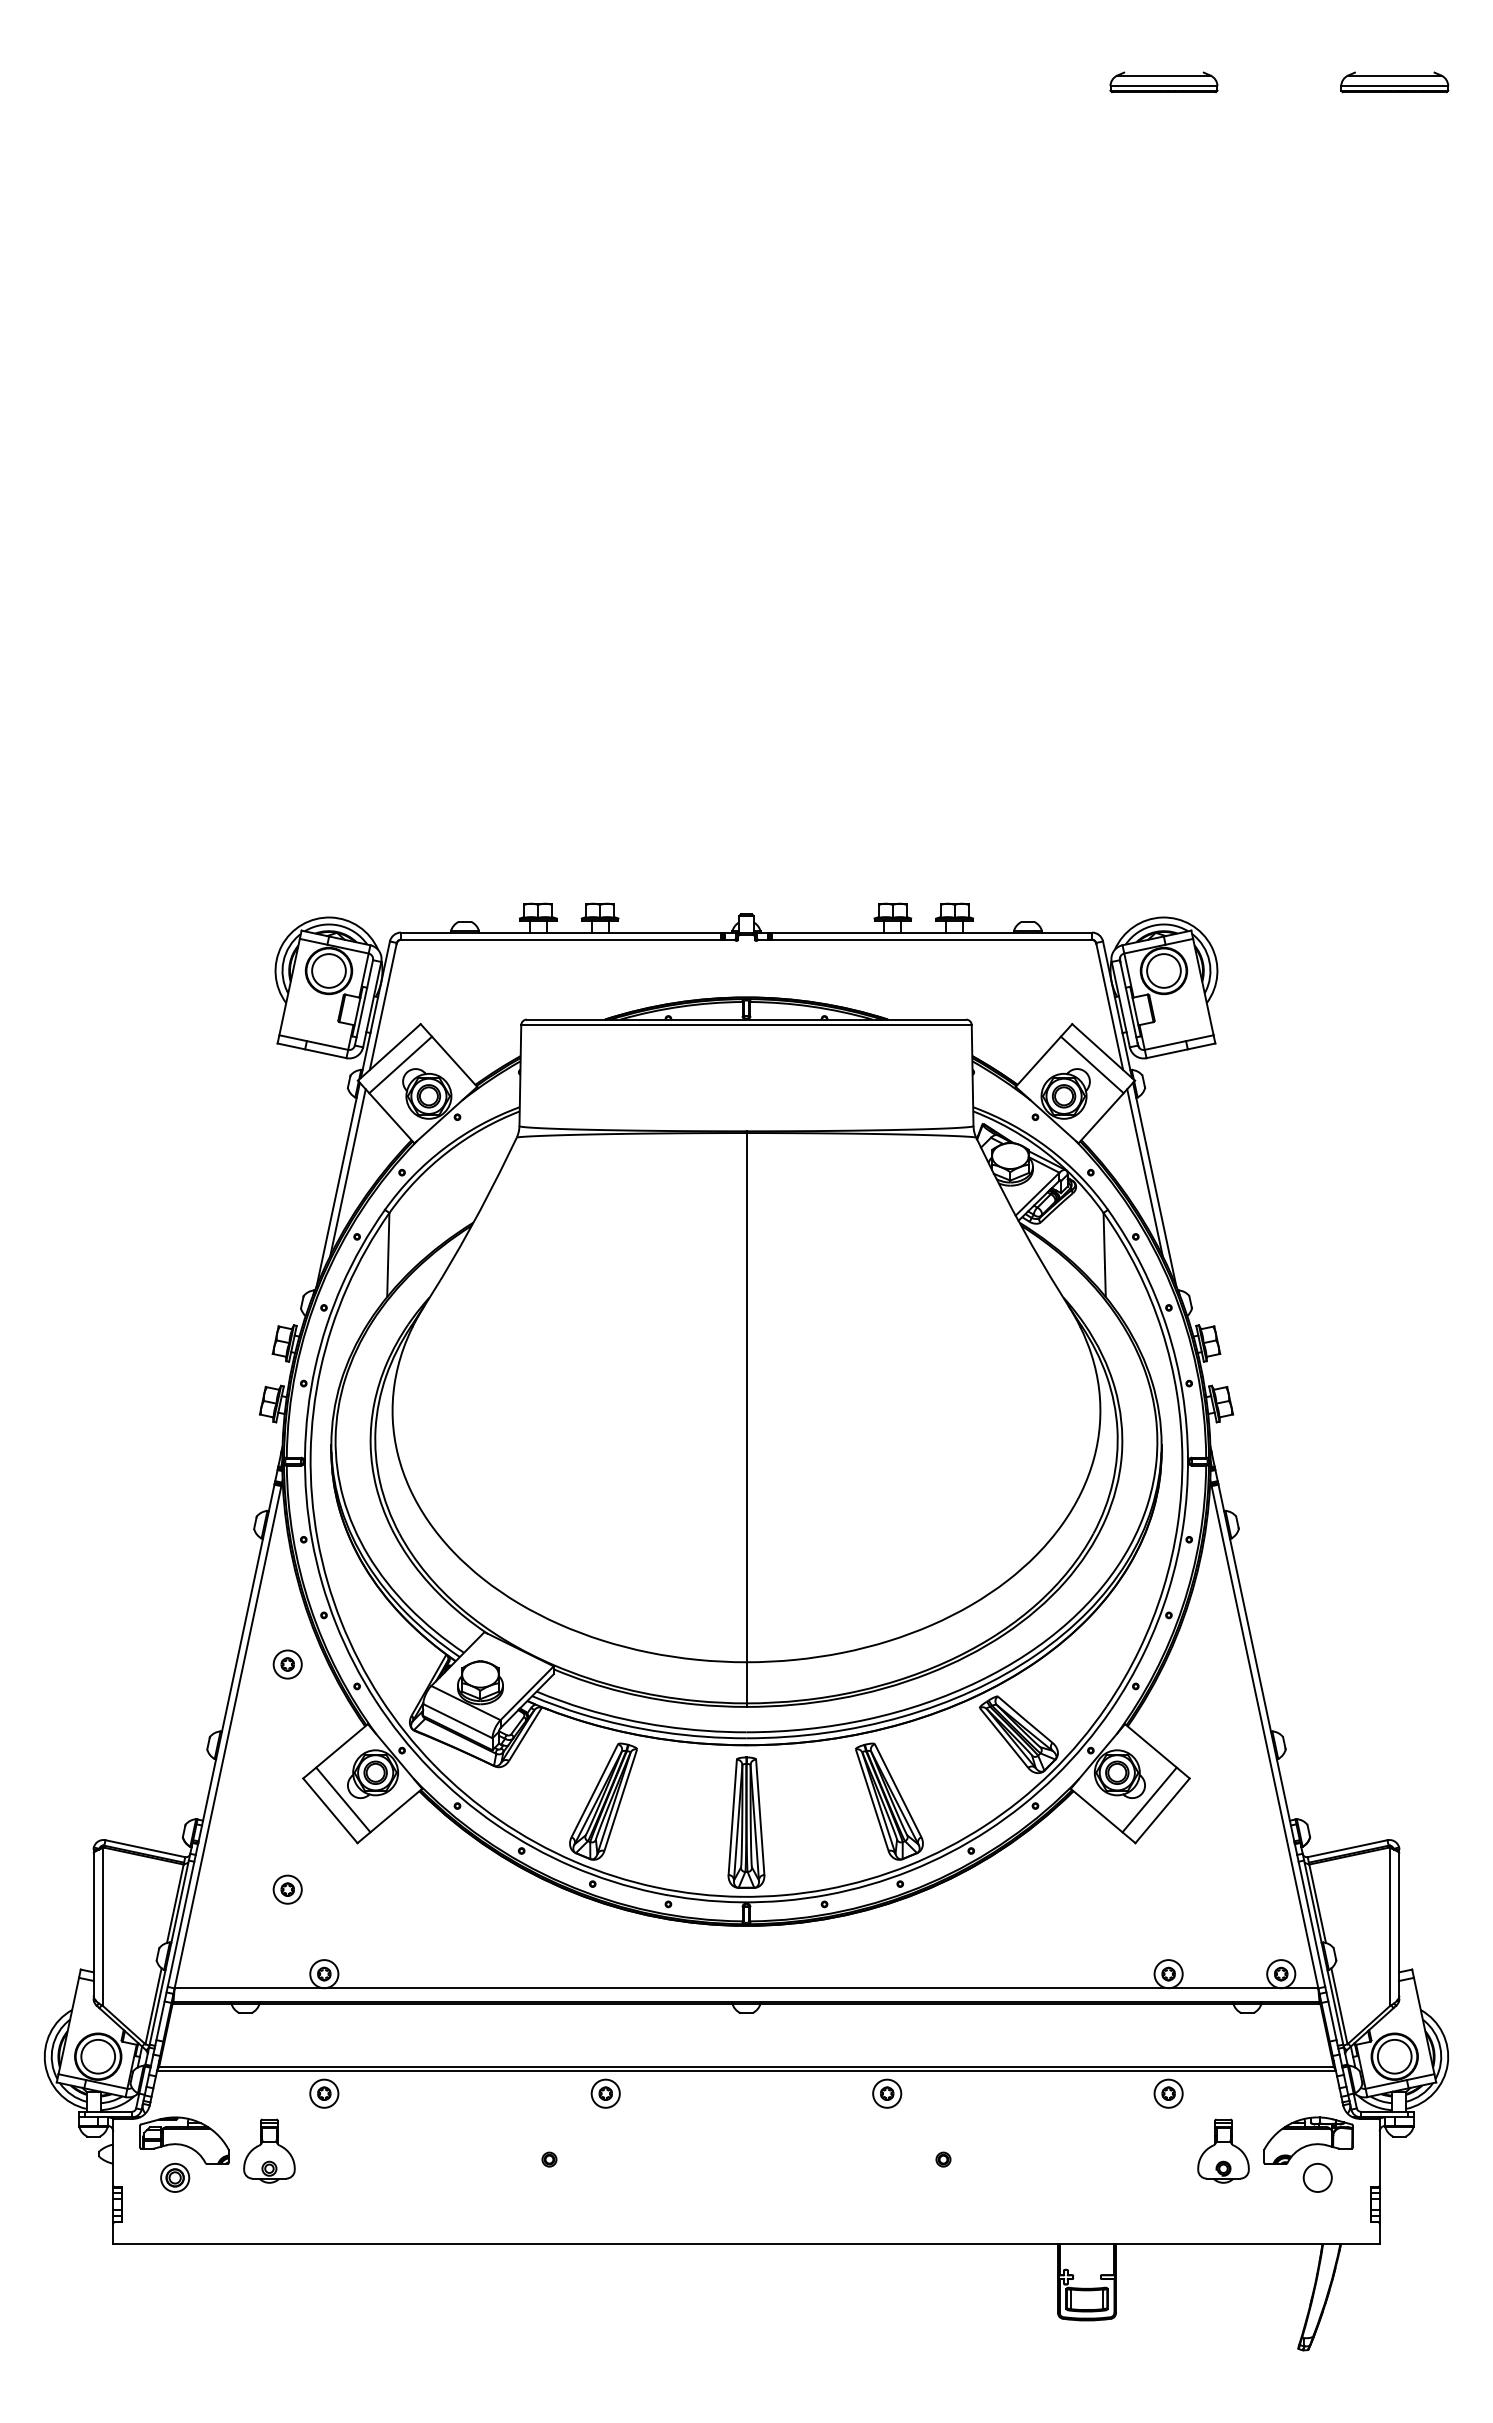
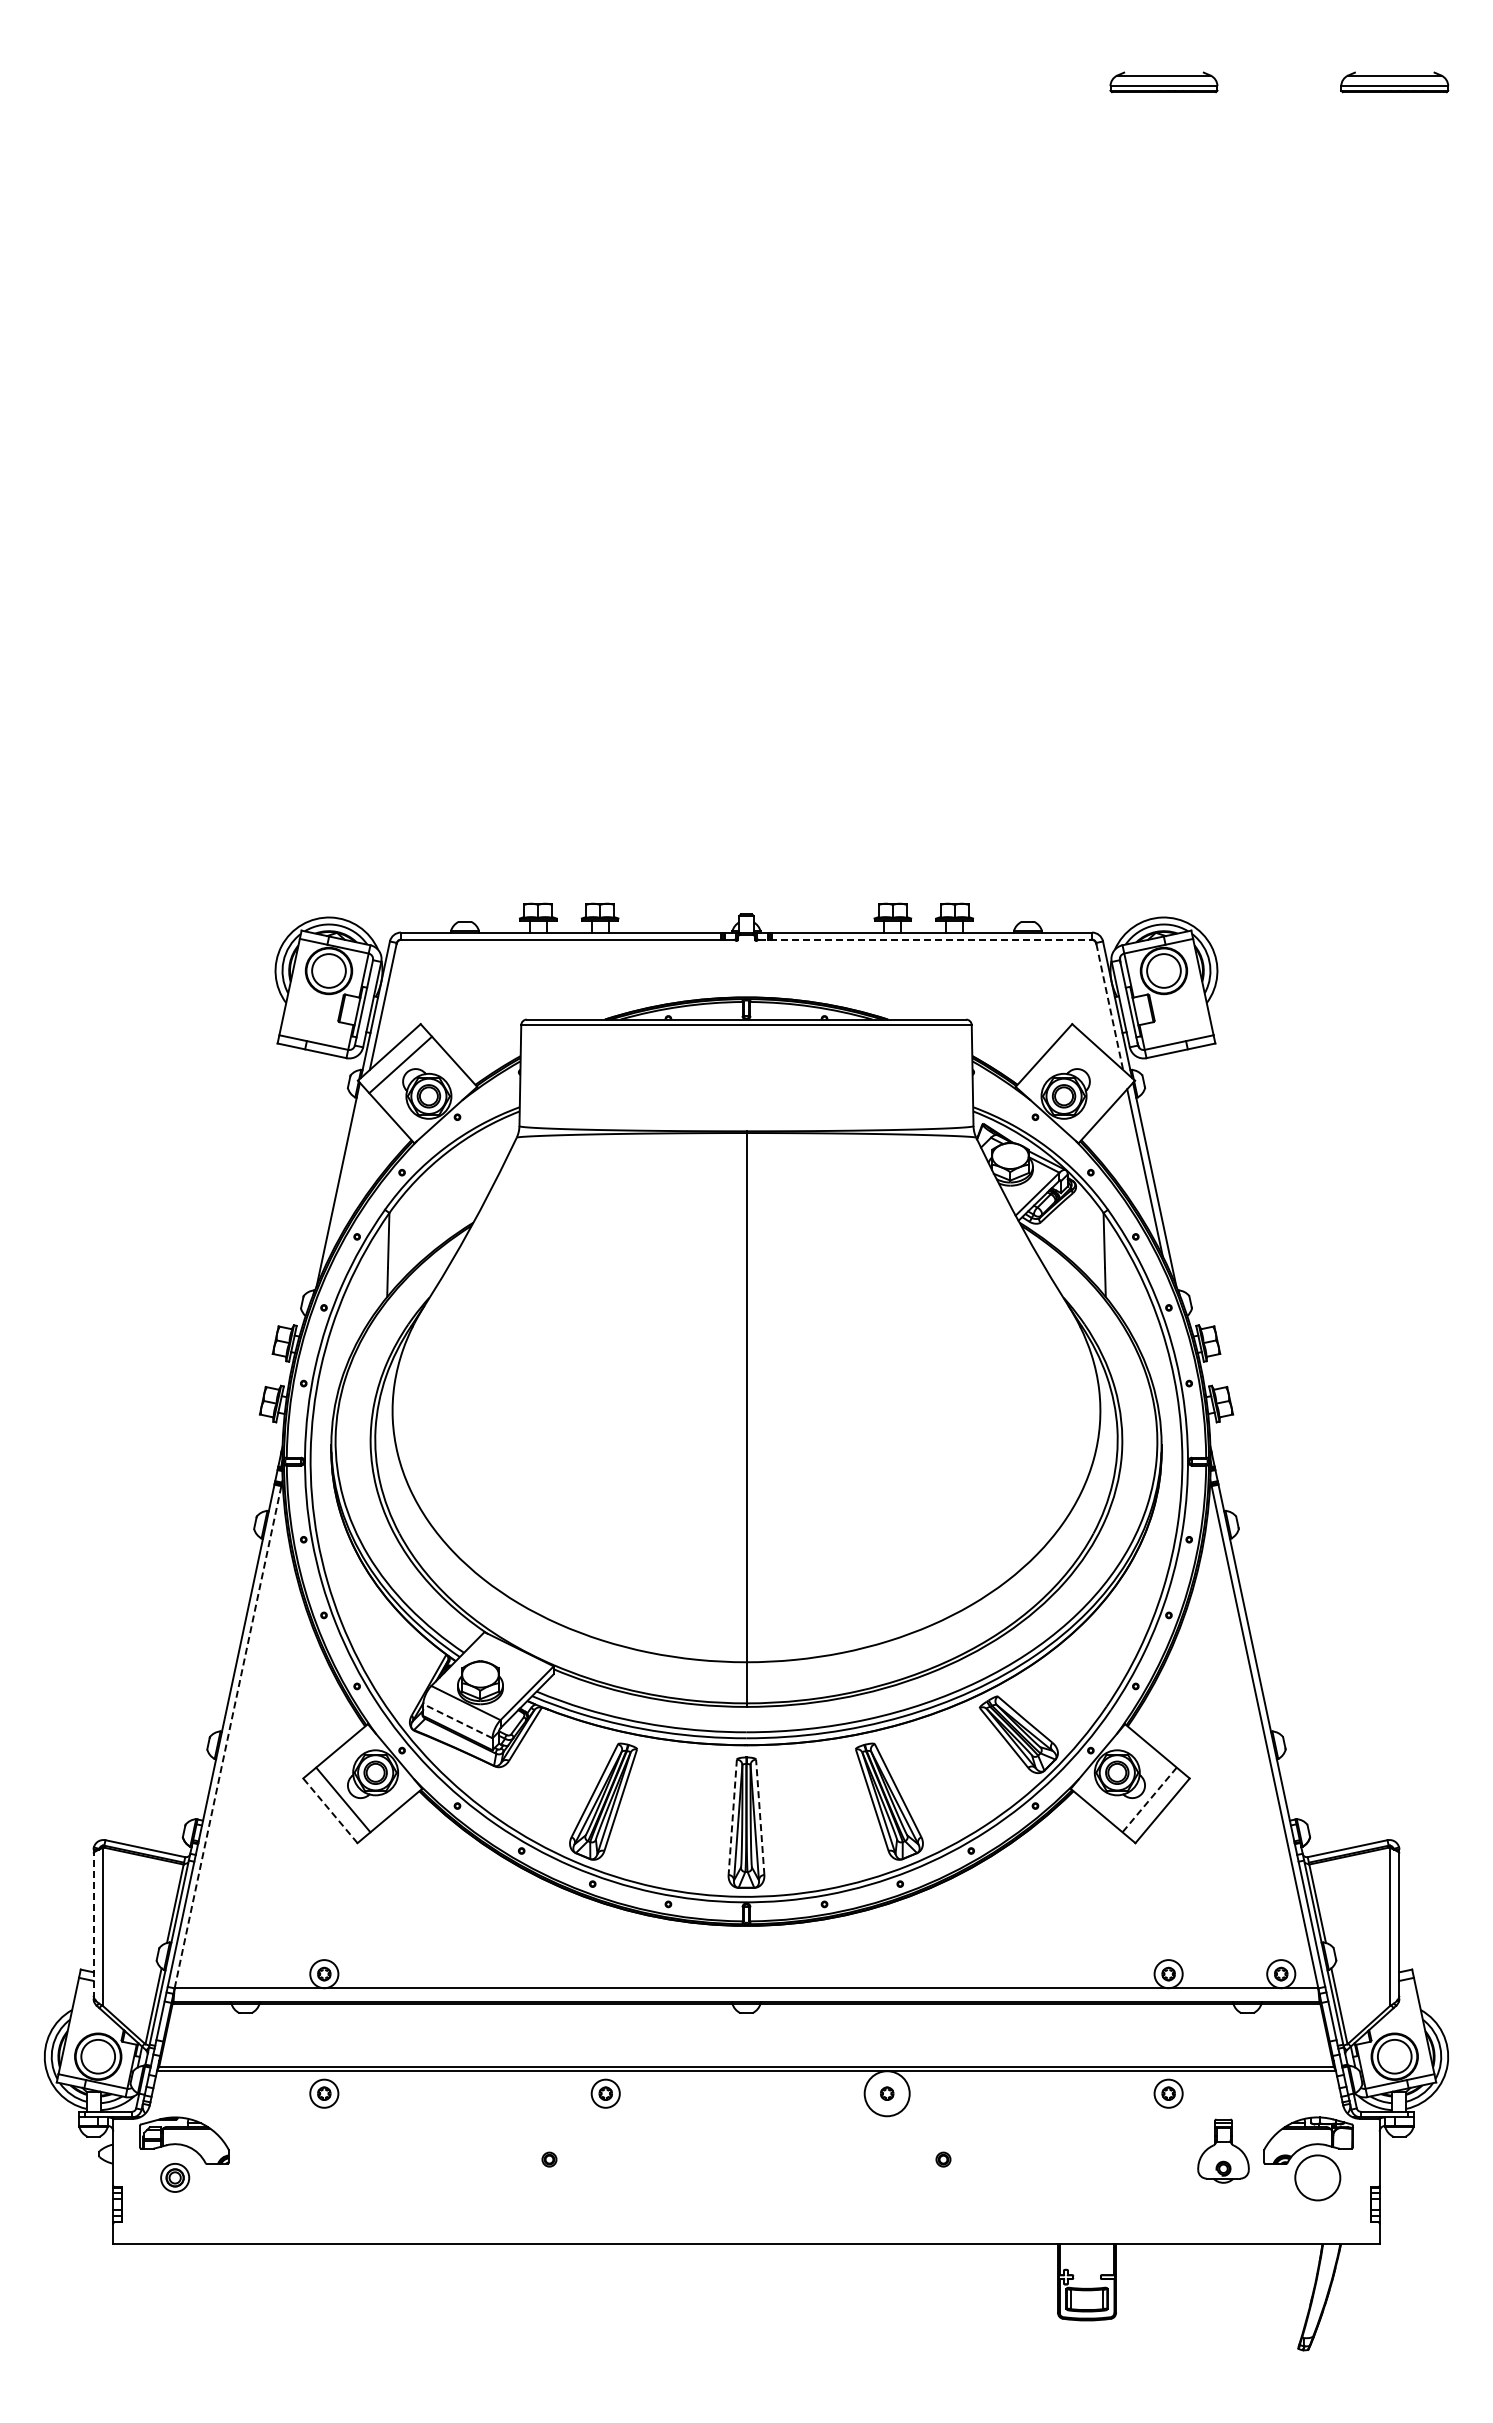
line at (925, 939): solid -> dashed
line at (1109, 1007): solid -> dashed
line at (1091, 1064): present -> none
line at (347, 1172): present -> none
part at (287, 1664): present -> none
line at (457, 1721): solid -> dashed
line at (228, 1734): solid -> dashed
line at (1149, 1800): solid -> dashed
line at (330, 1810): solid -> dashed
line at (732, 1817): solid -> dashed
line at (760, 1817): solid -> dashed
part at (287, 1889): present -> none
line at (93, 1925): solid -> dashed
circle at (887, 2093) diameter: 28 px -> 45 px
part at (269, 2150): present -> none
circle at (1317, 2177) diameter: 28 px -> 45 px
